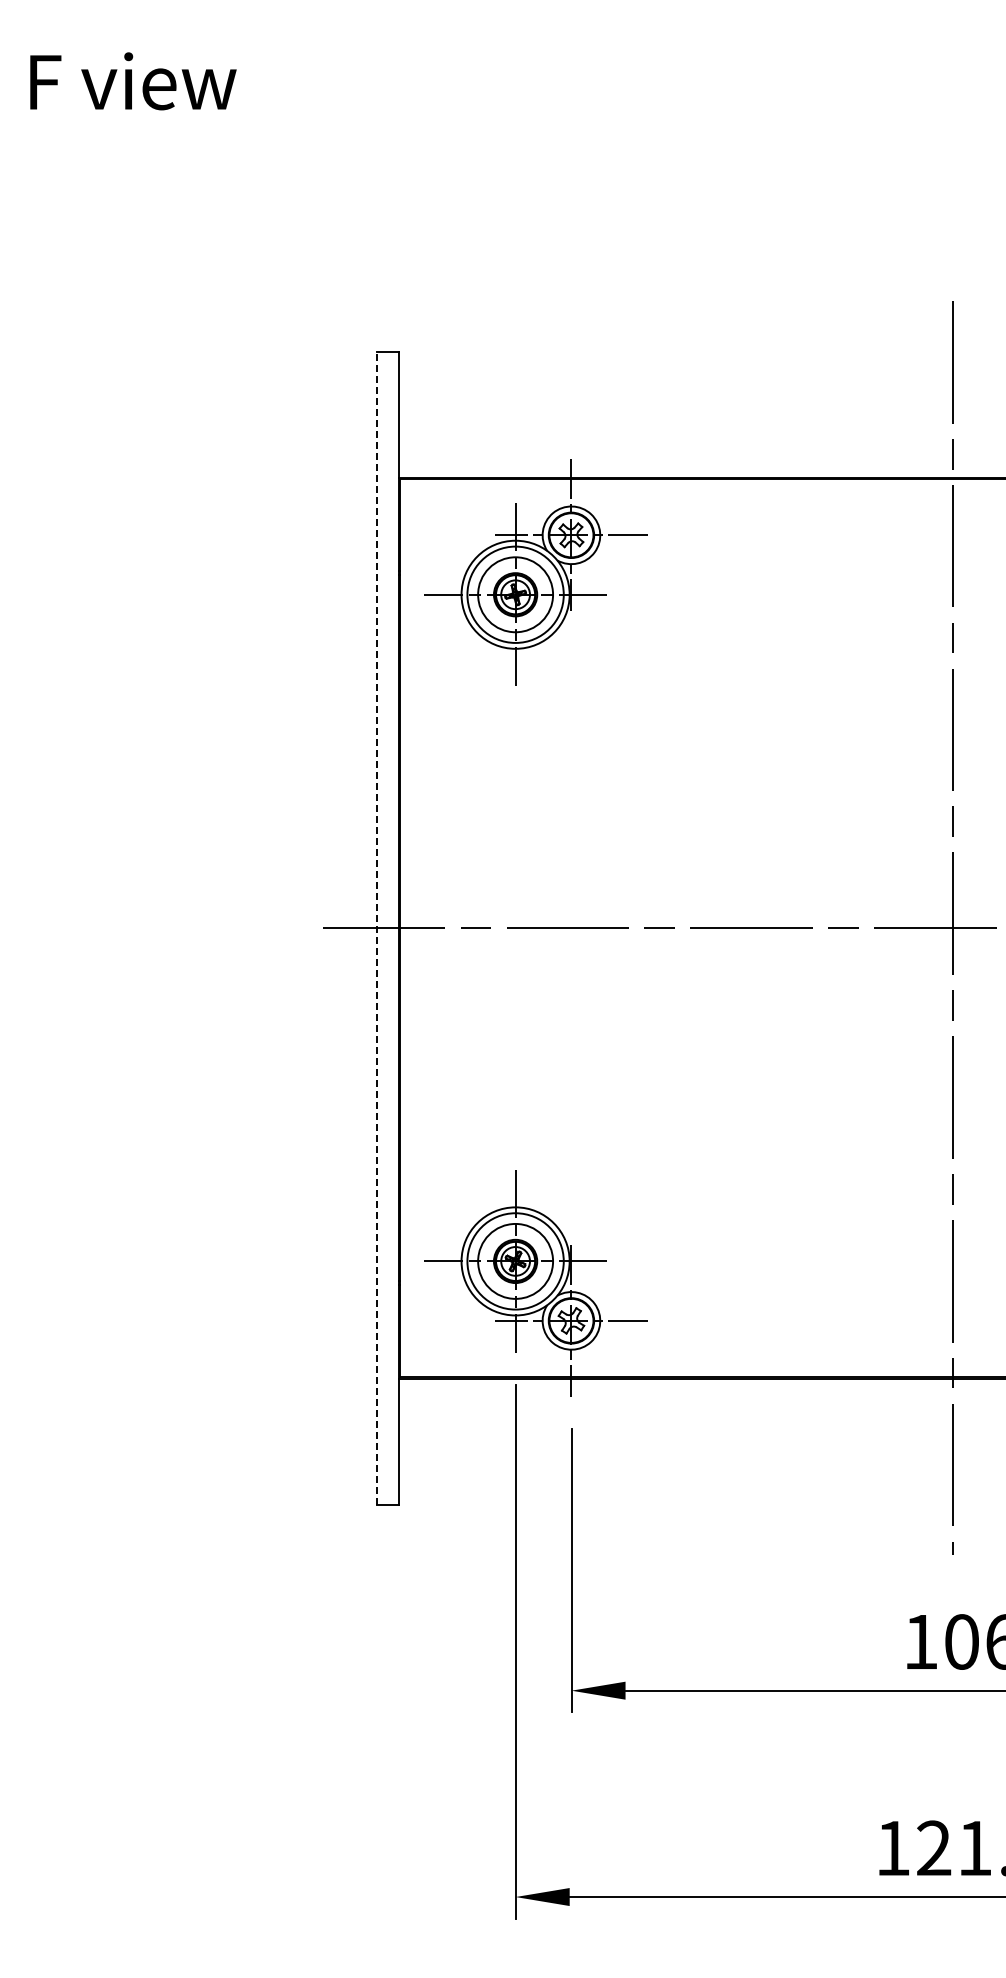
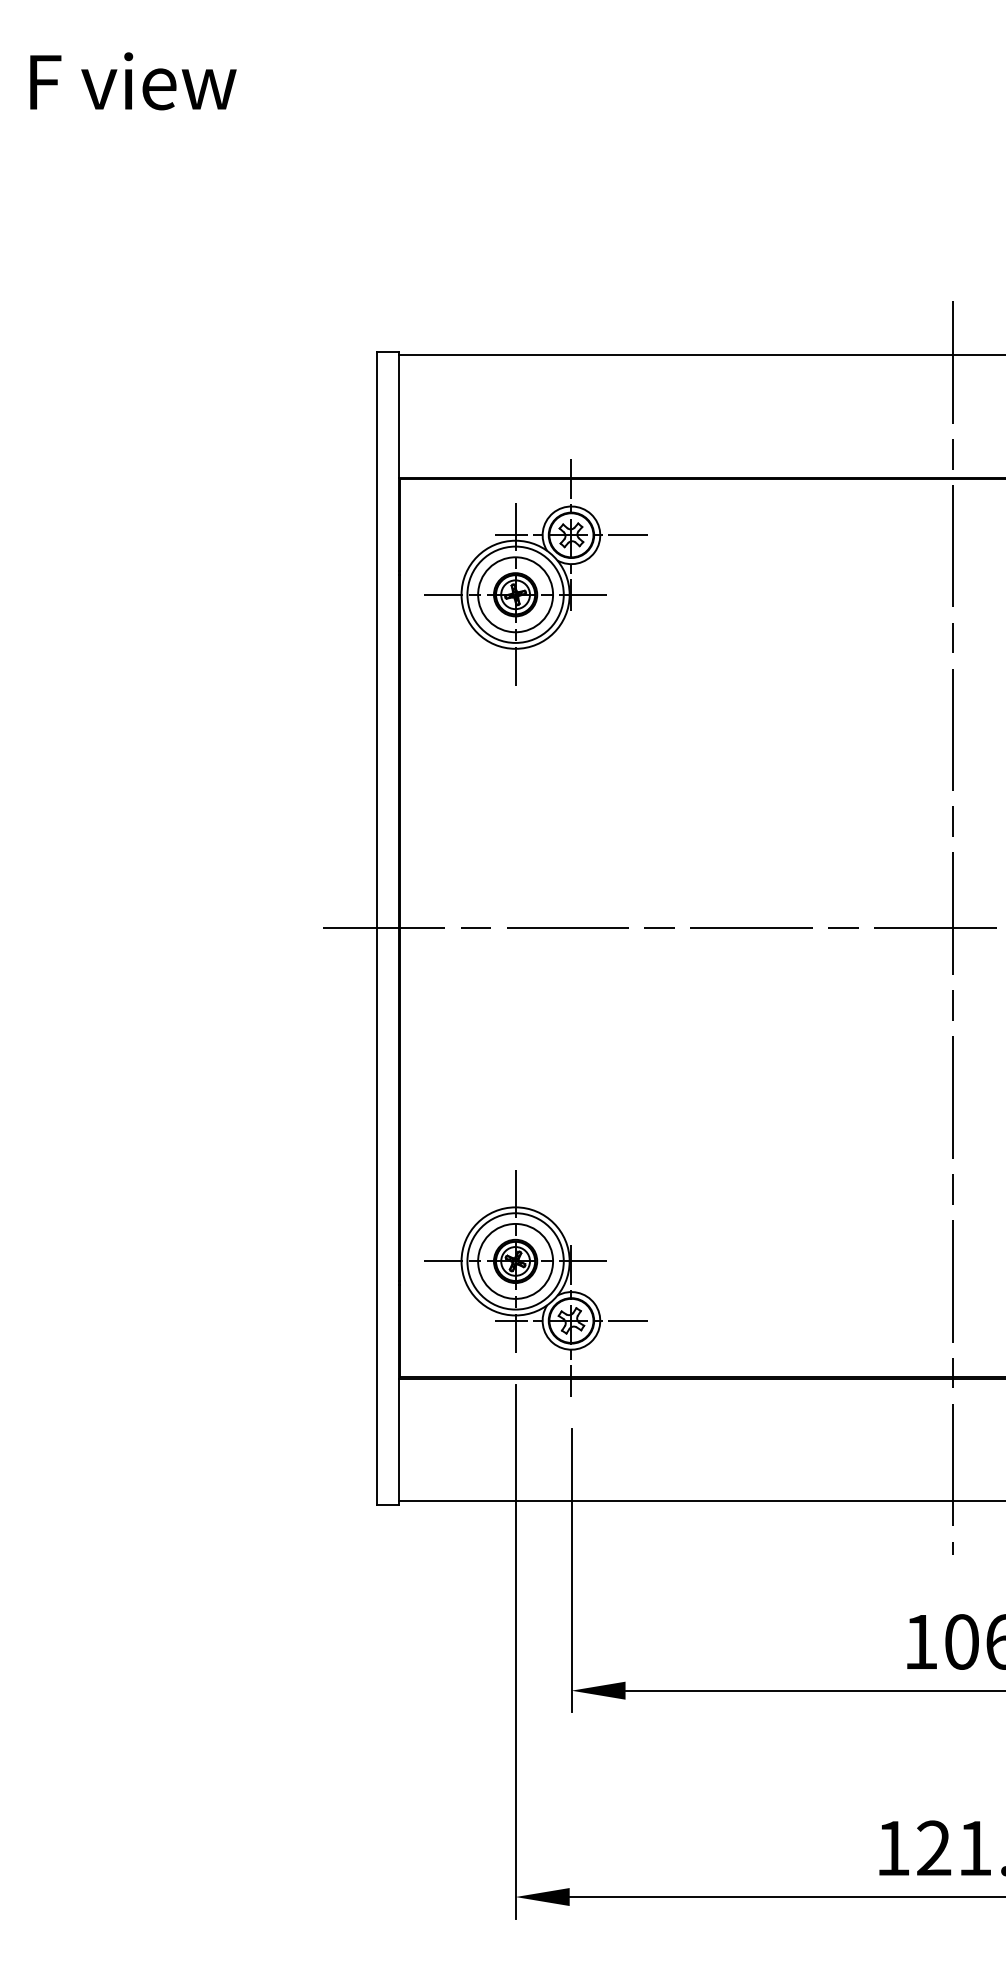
line at (700, 355): none -> present
line at (376, 928): dashed -> solid
line at (700, 1501): none -> present
